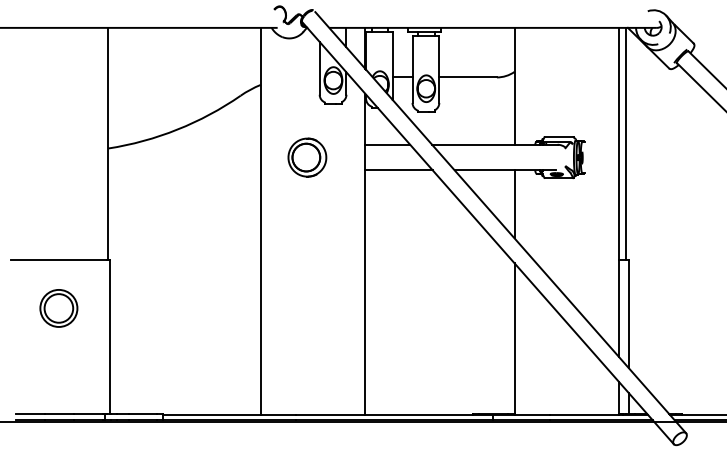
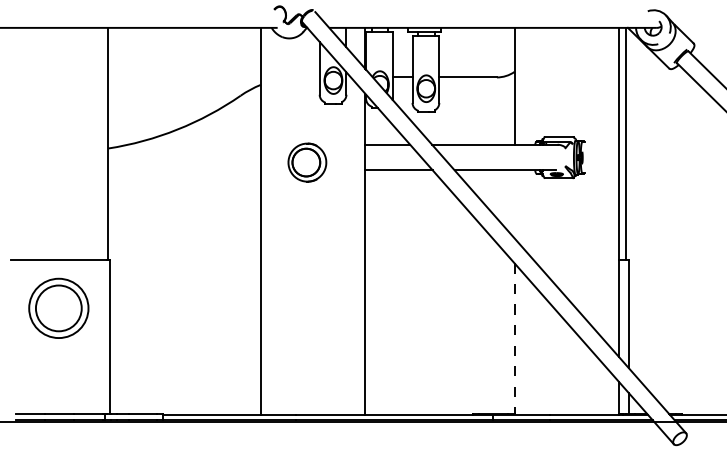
part at (307, 157) position: (307, 157) -> (307, 162)
line at (514, 204): present -> none
part at (58, 308) size: 40x39 px -> 62x62 px
line at (514, 339): solid -> dashed
